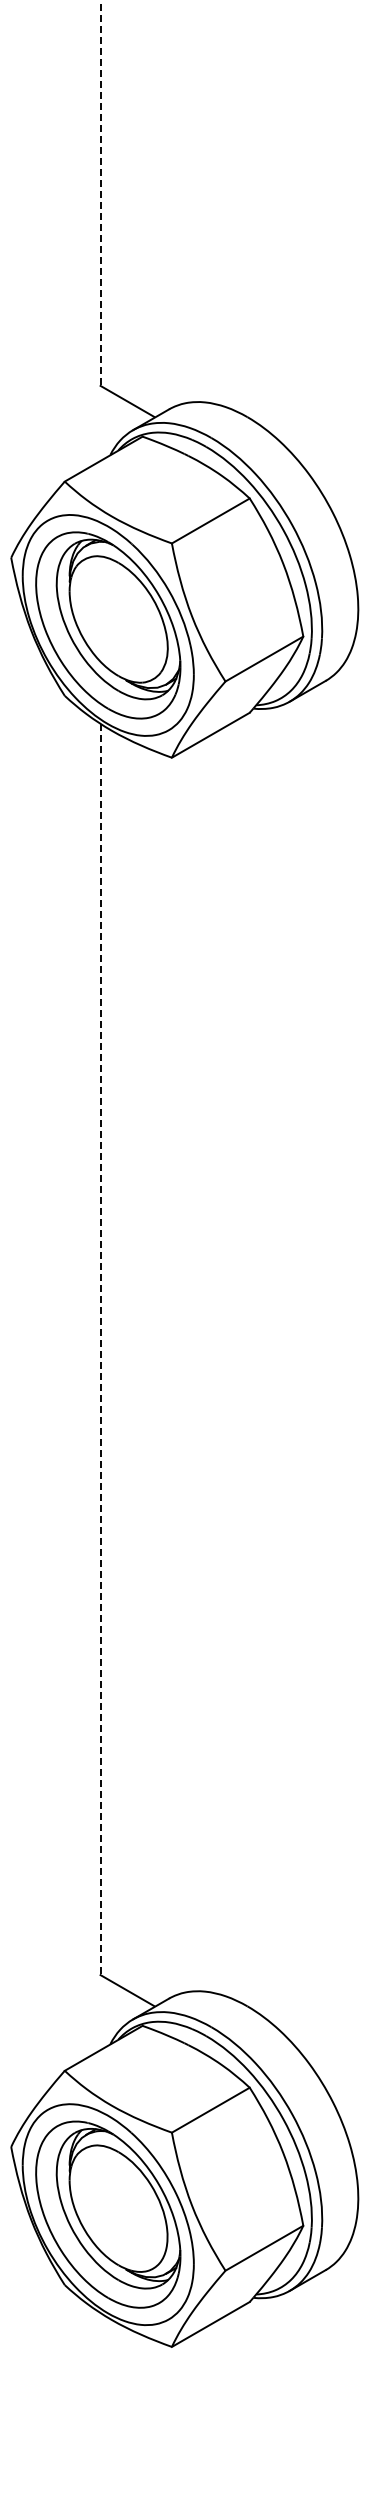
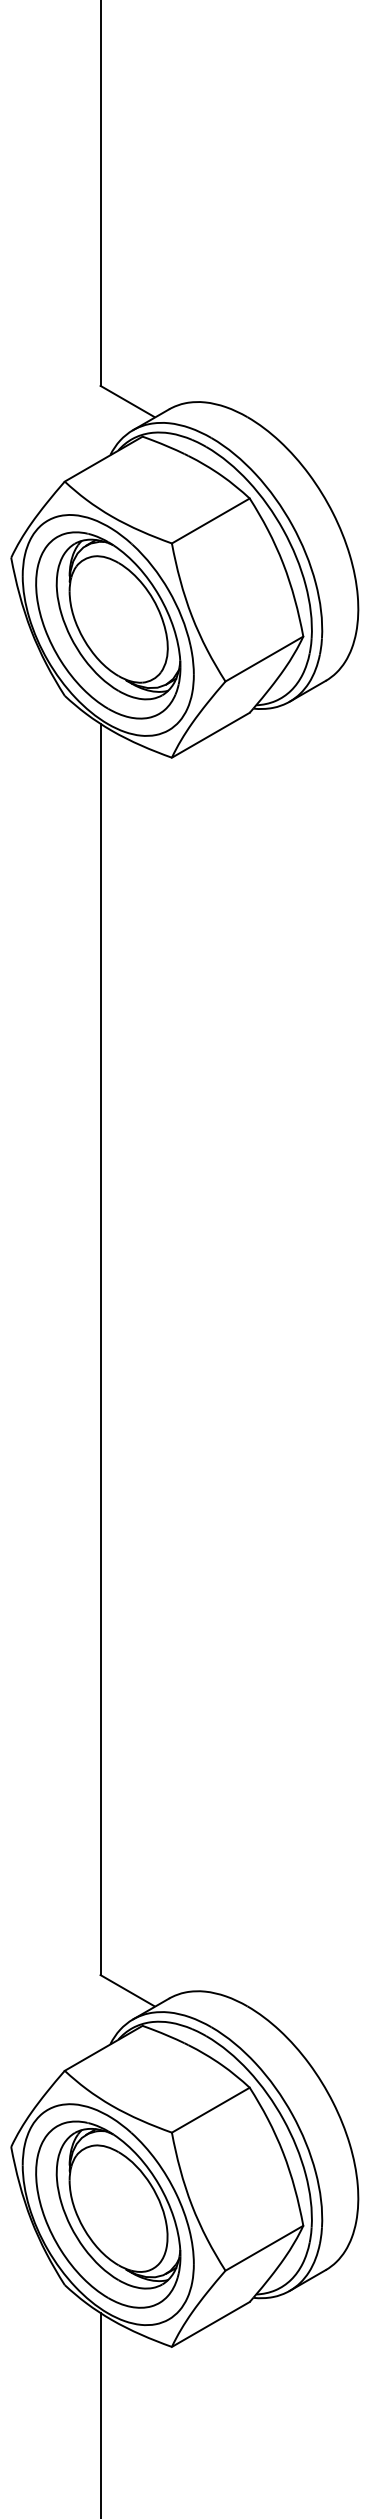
line at (100, 193): dashed -> solid
line at (100, 1349): dashed -> solid
line at (100, 2413): none -> present
